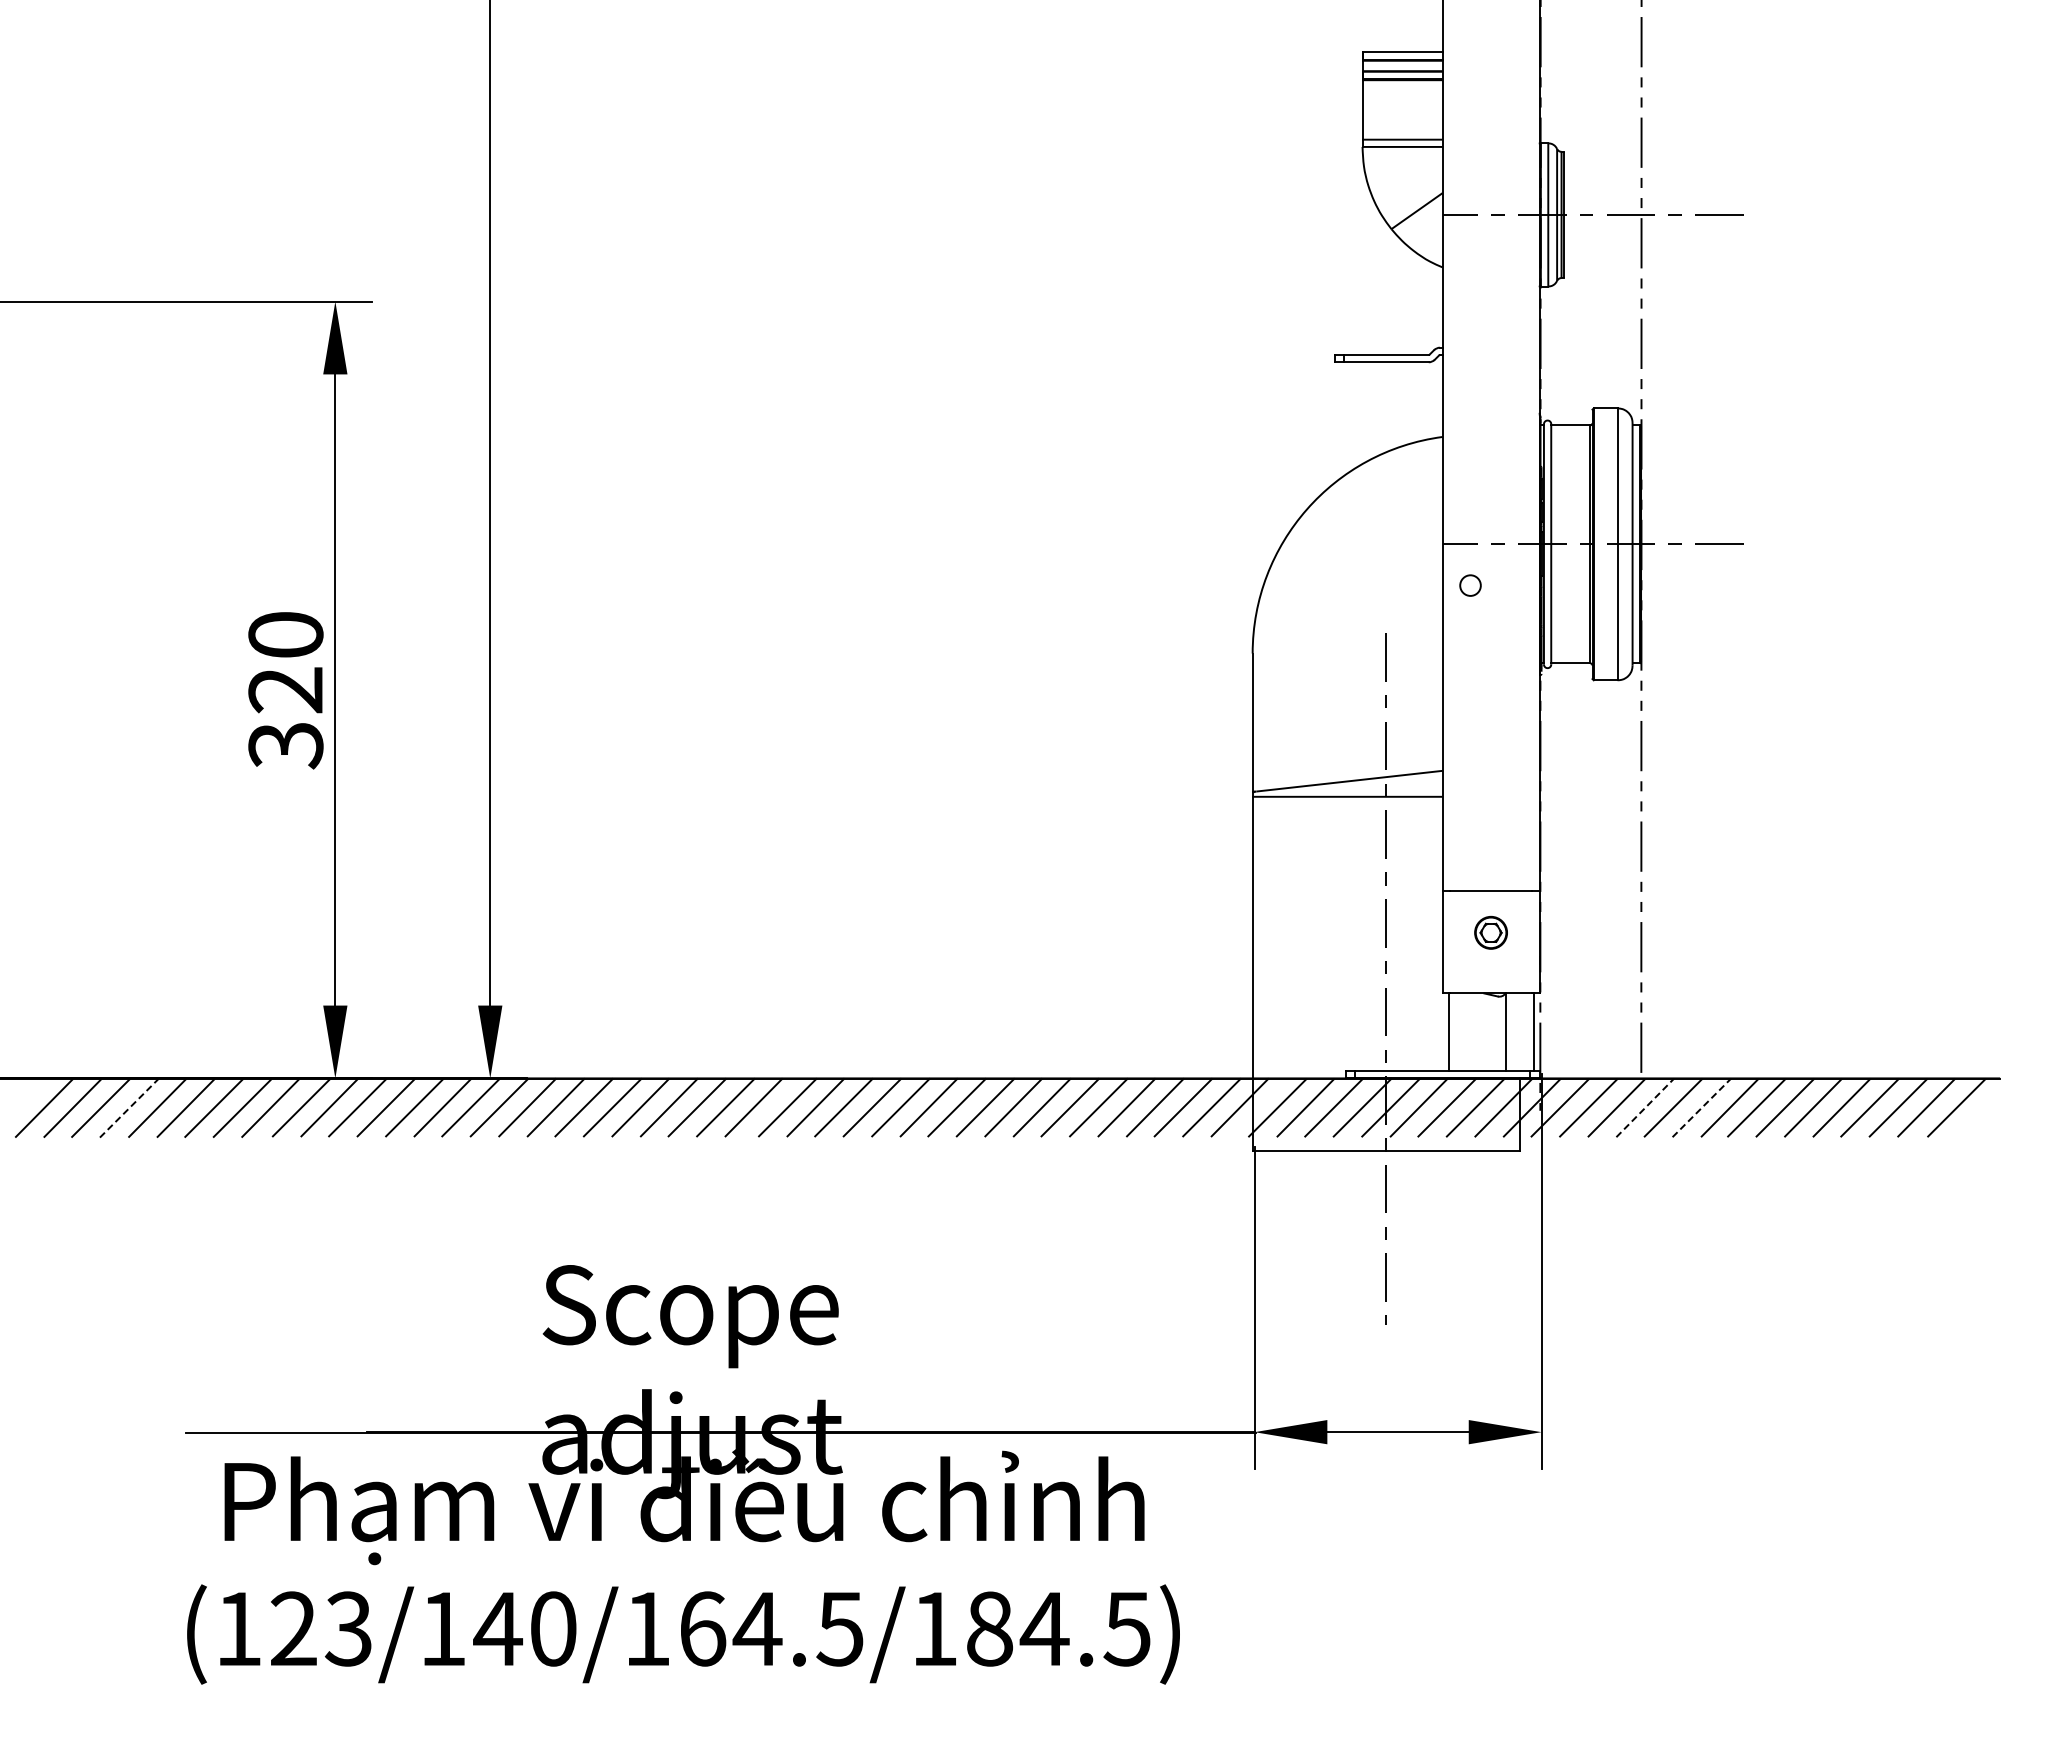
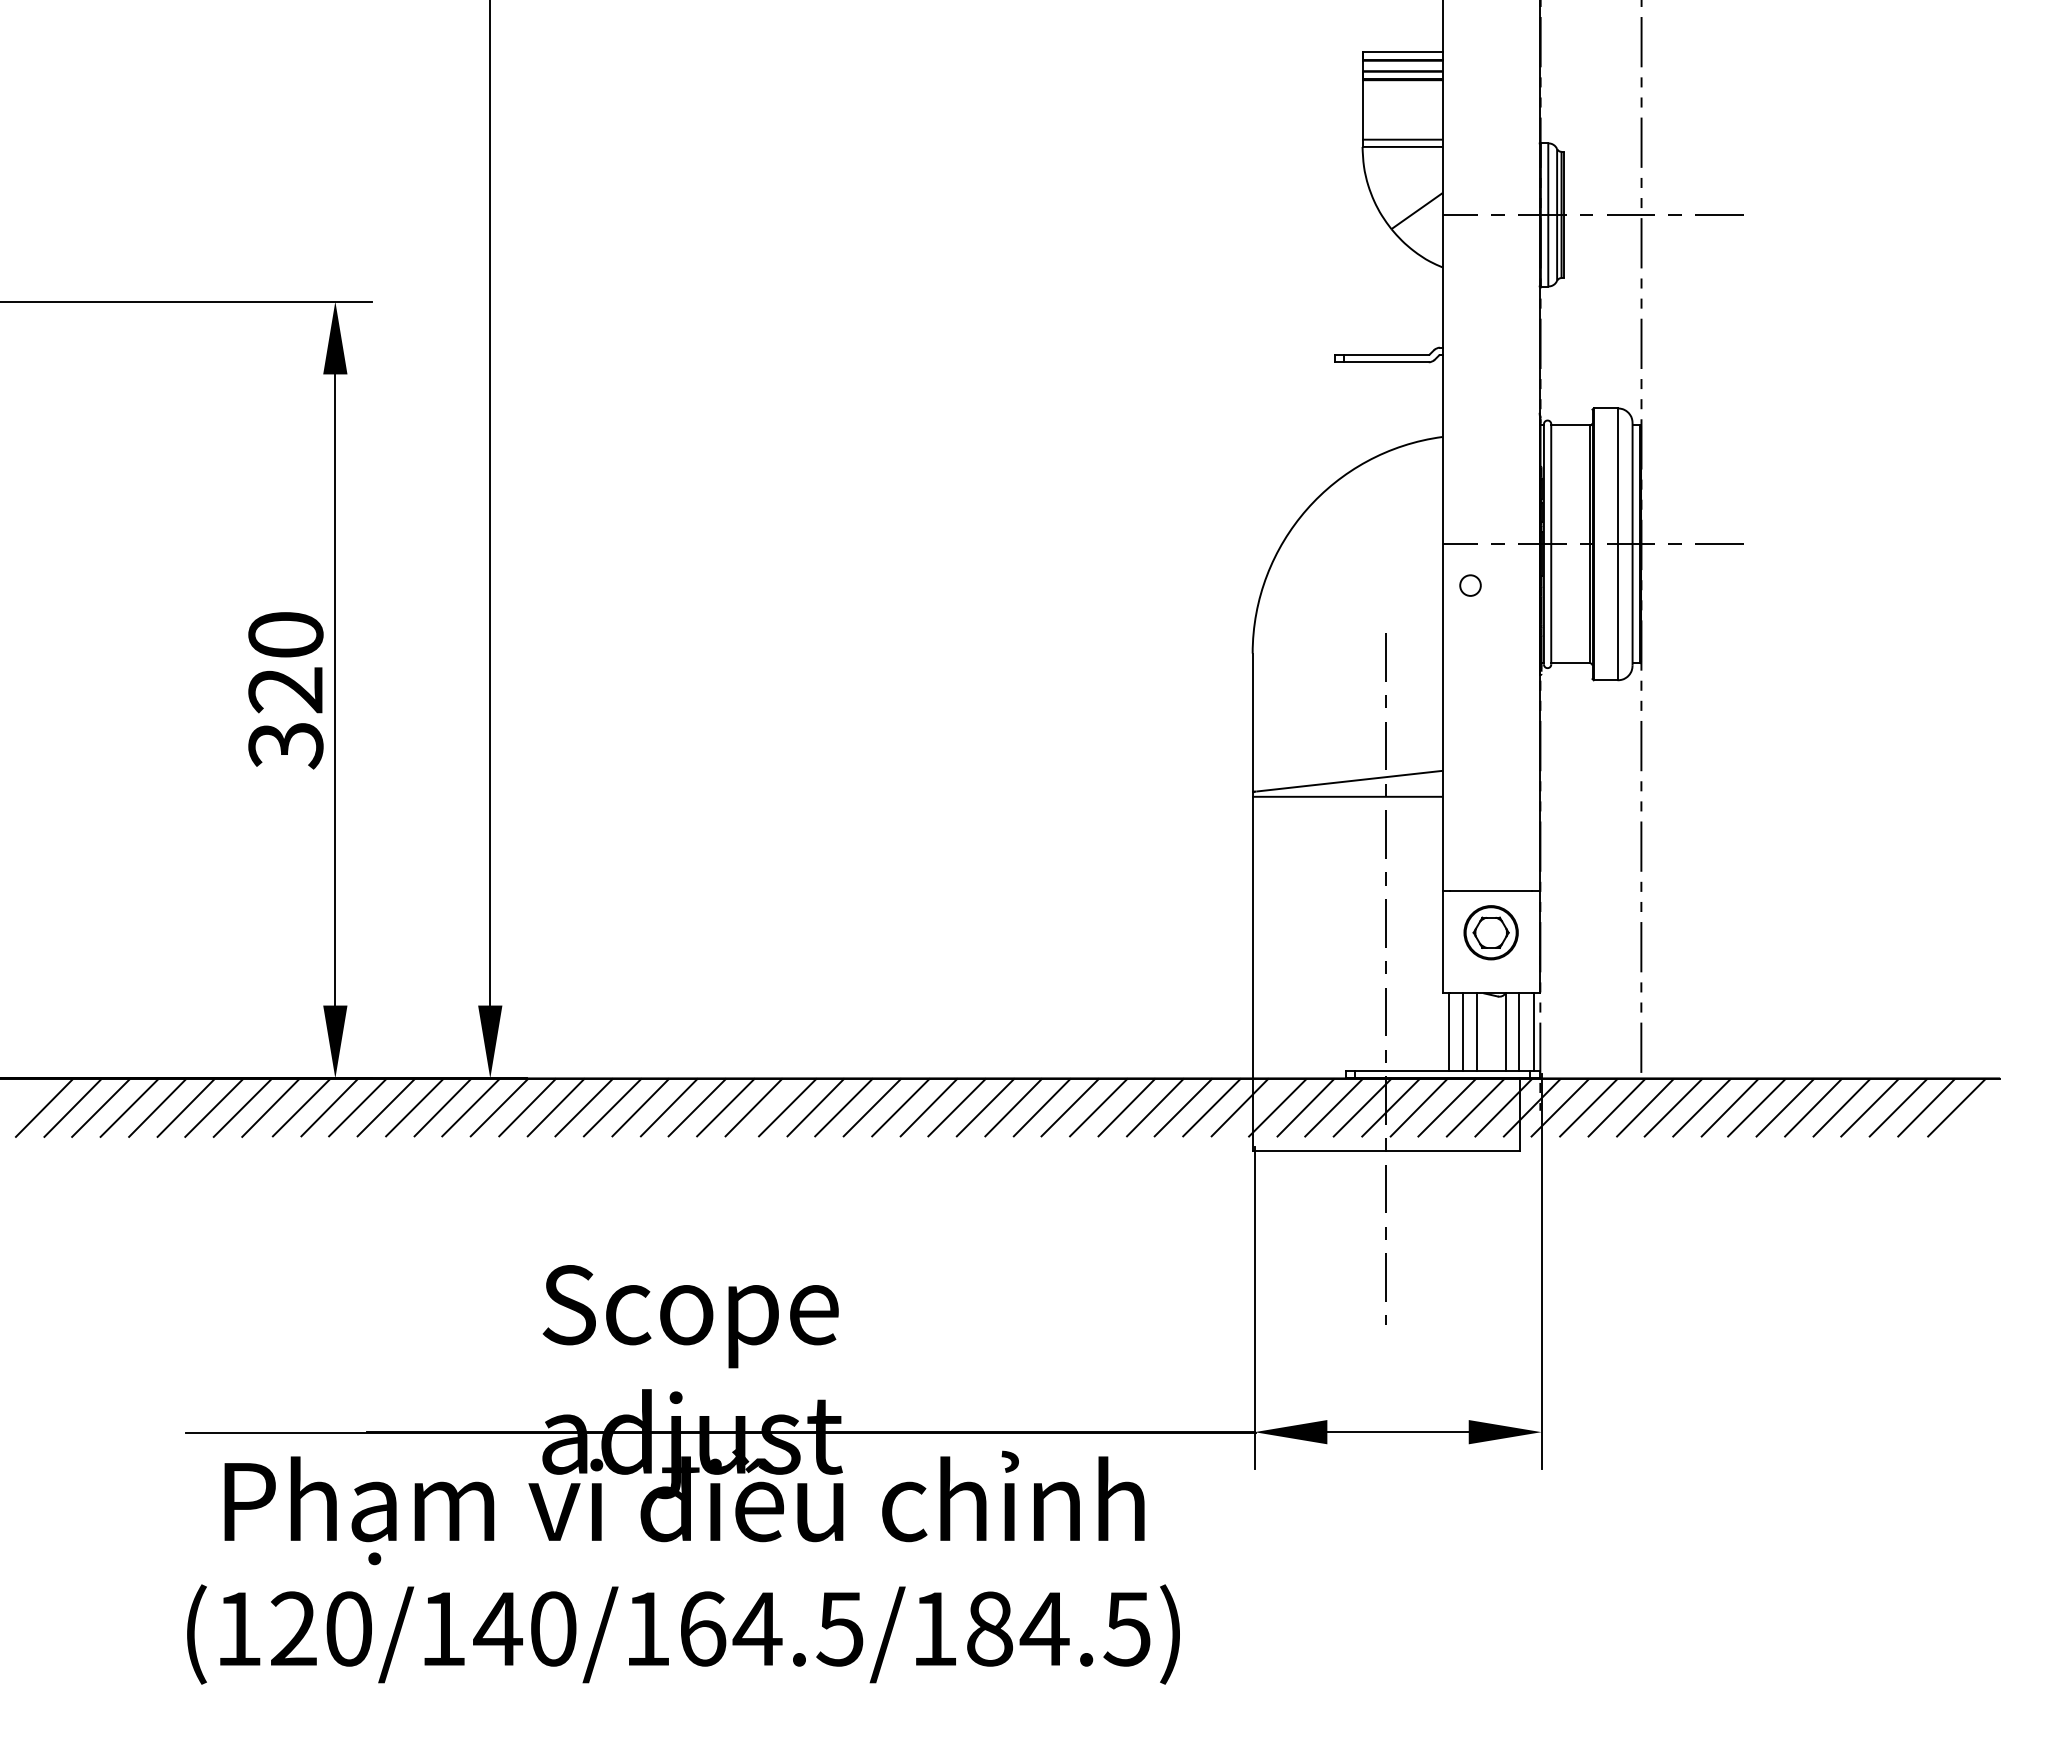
part at (1490, 932) size: 34x34 px -> 56x56 px
line at (1463, 1032): none -> present
line at (1476, 1032): none -> present
line at (1519, 1032): none -> present
line at (129, 1107): dashed -> solid
line at (1645, 1107): dashed -> solid
line at (1702, 1107): dashed -> solid
text at (347, 1628): (123/140/164.5/184.5) -> (120/140/164.5/184.5)
